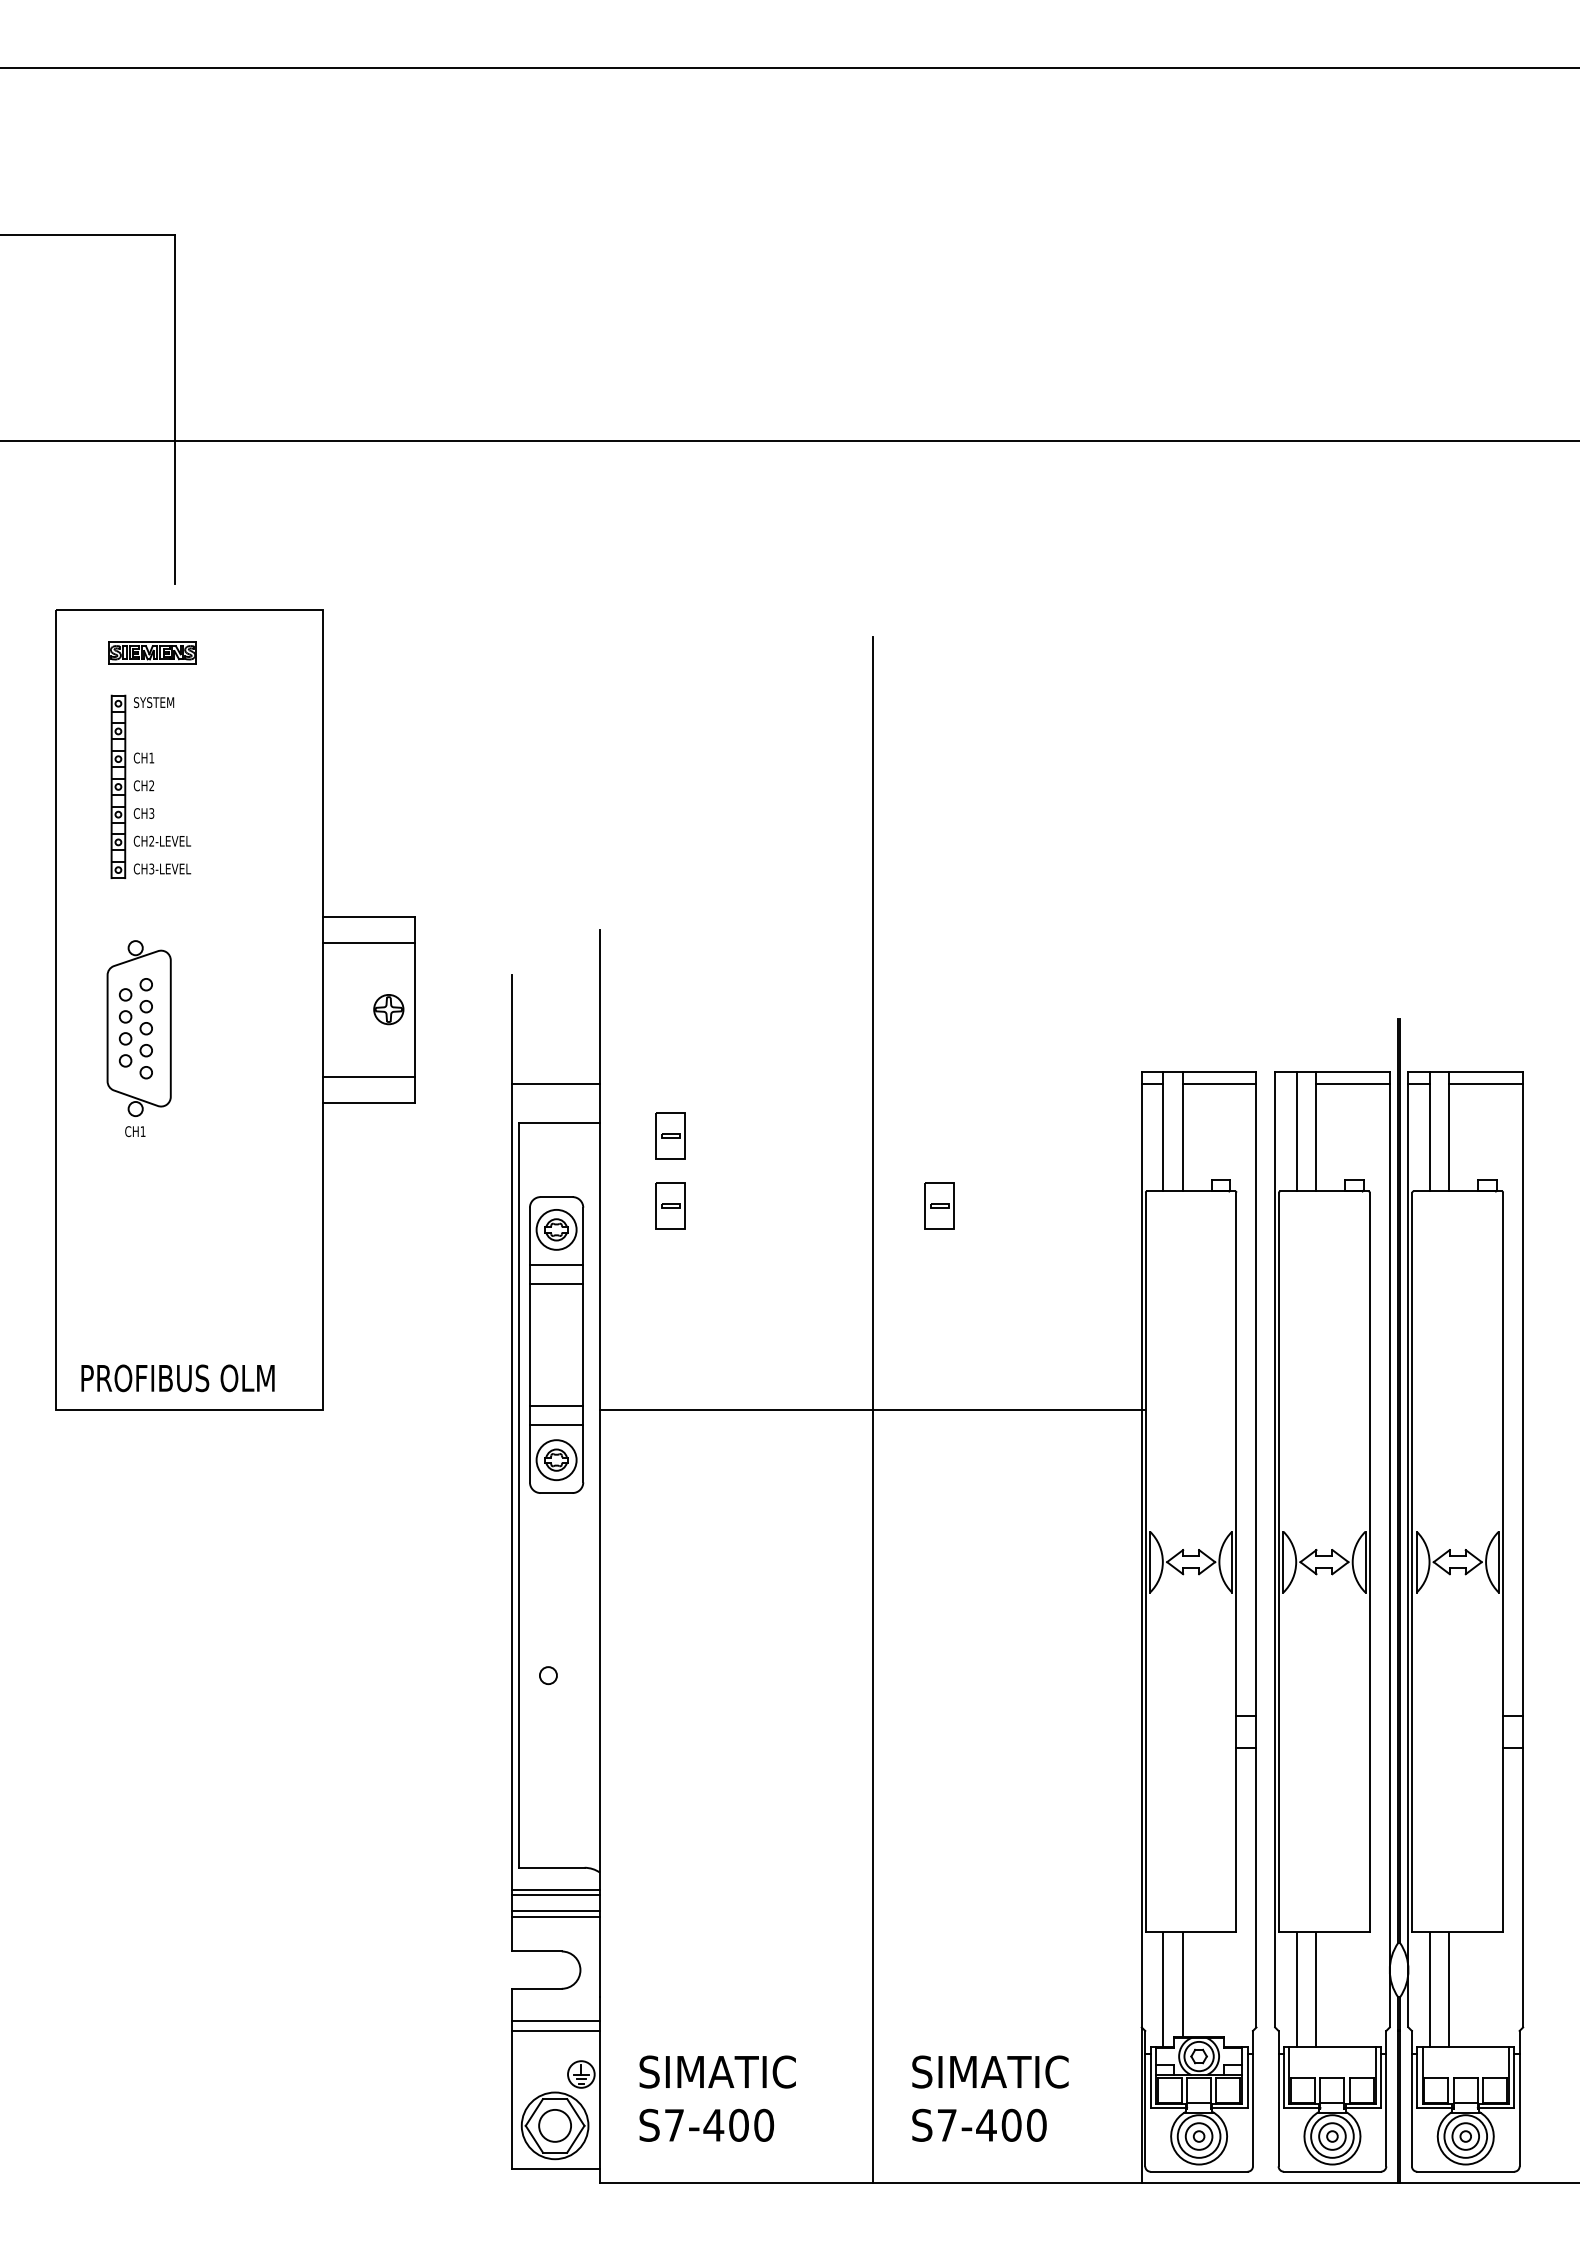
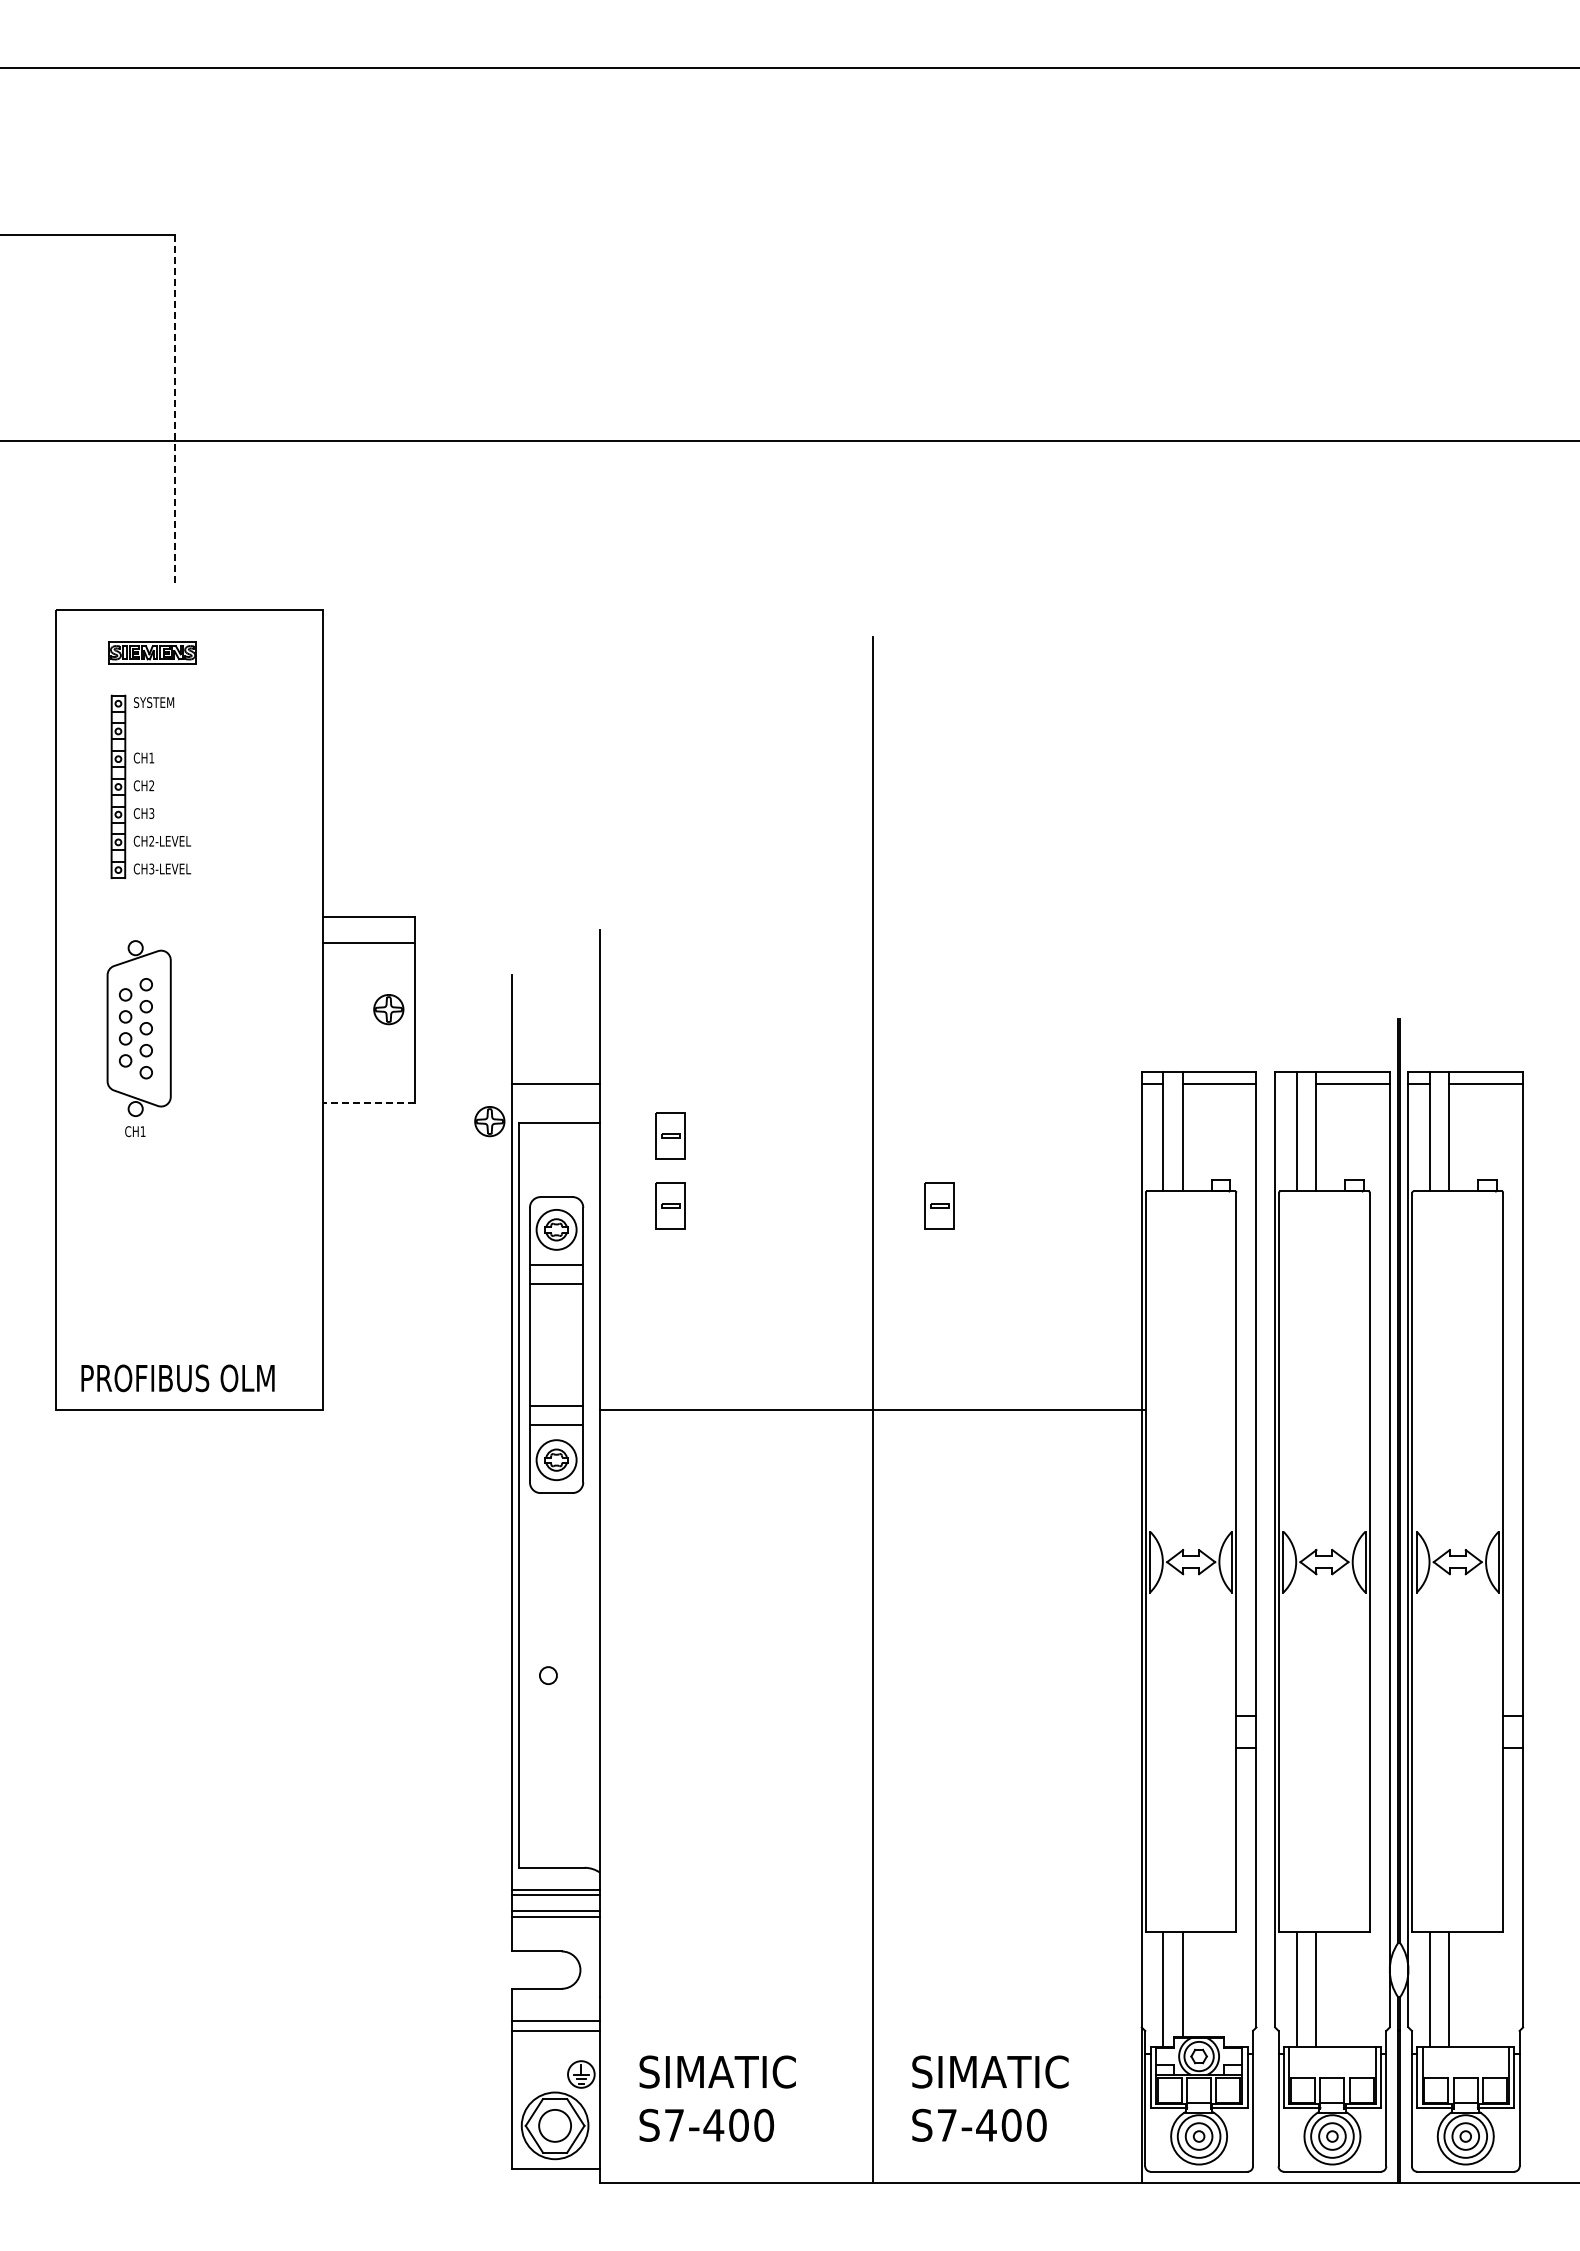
line at (175, 409): solid -> dashed
line at (368, 1076): present -> none
line at (368, 1103): solid -> dashed
part at (489, 1121): none -> present
